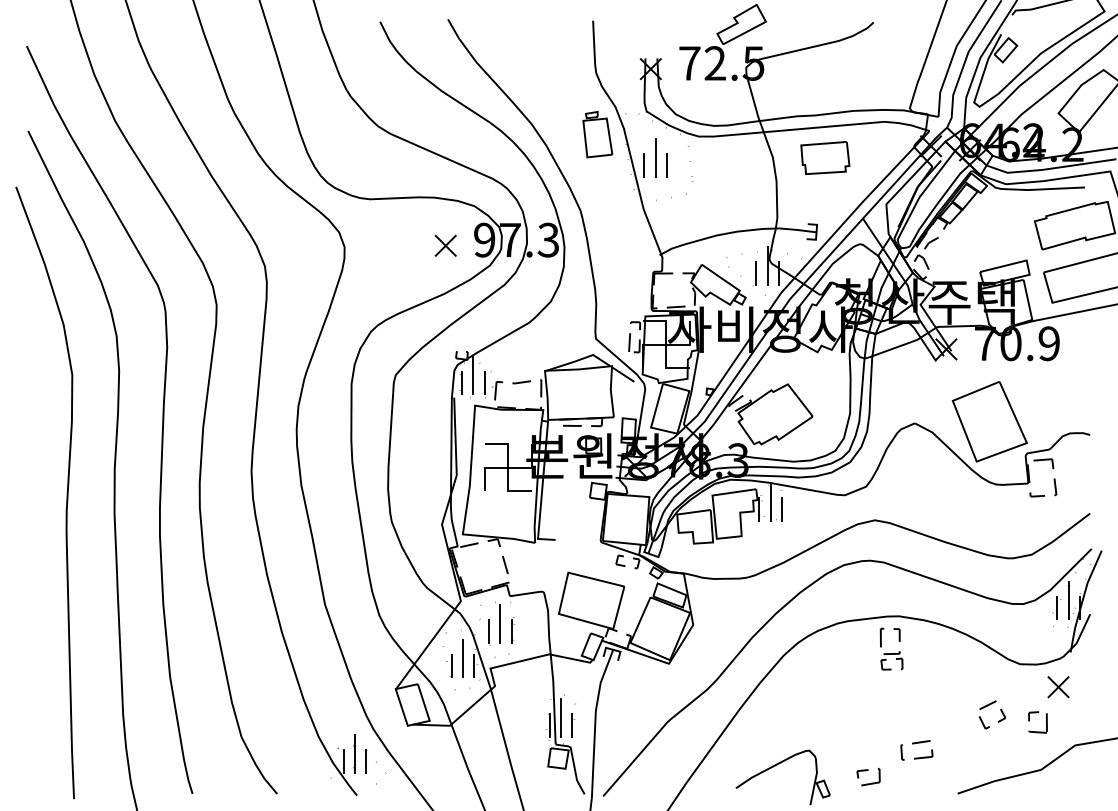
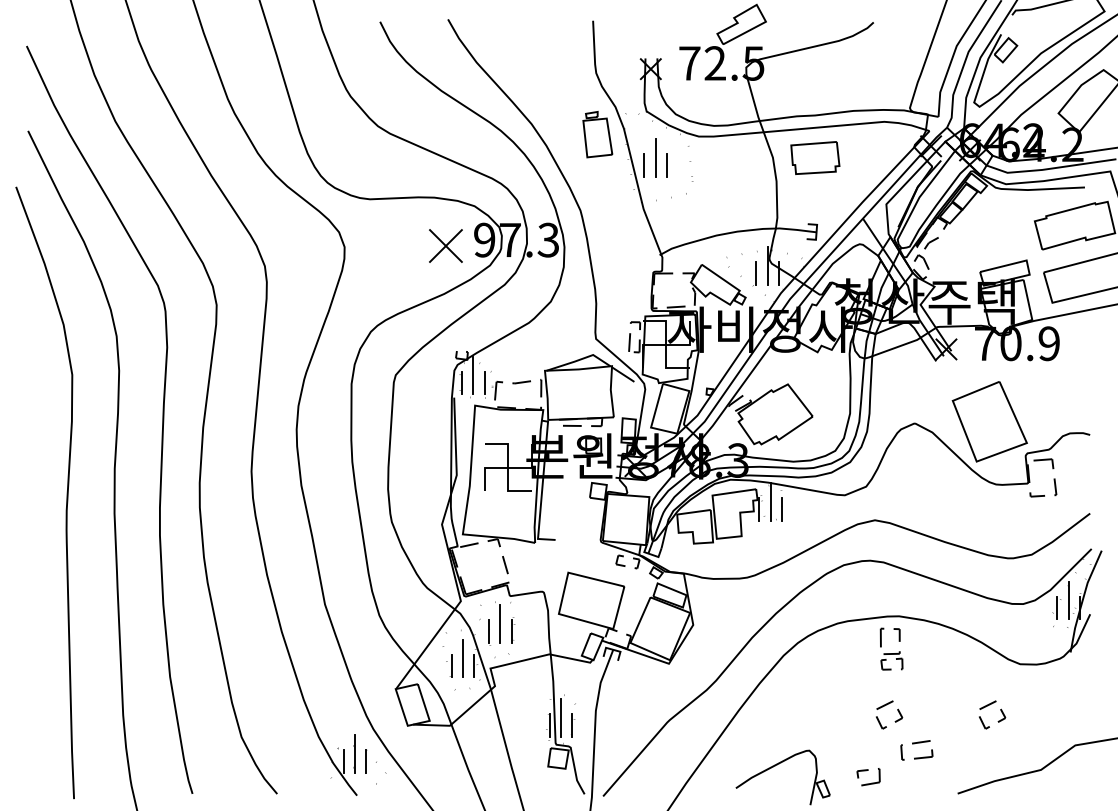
part at (825, 157) position: (825, 157) -> (815, 157)
part at (445, 245) size: 23x23 px -> 34x34 px
part at (1058, 687): present -> none
part at (895, 720): none -> present
part at (1029, 721): present -> none
